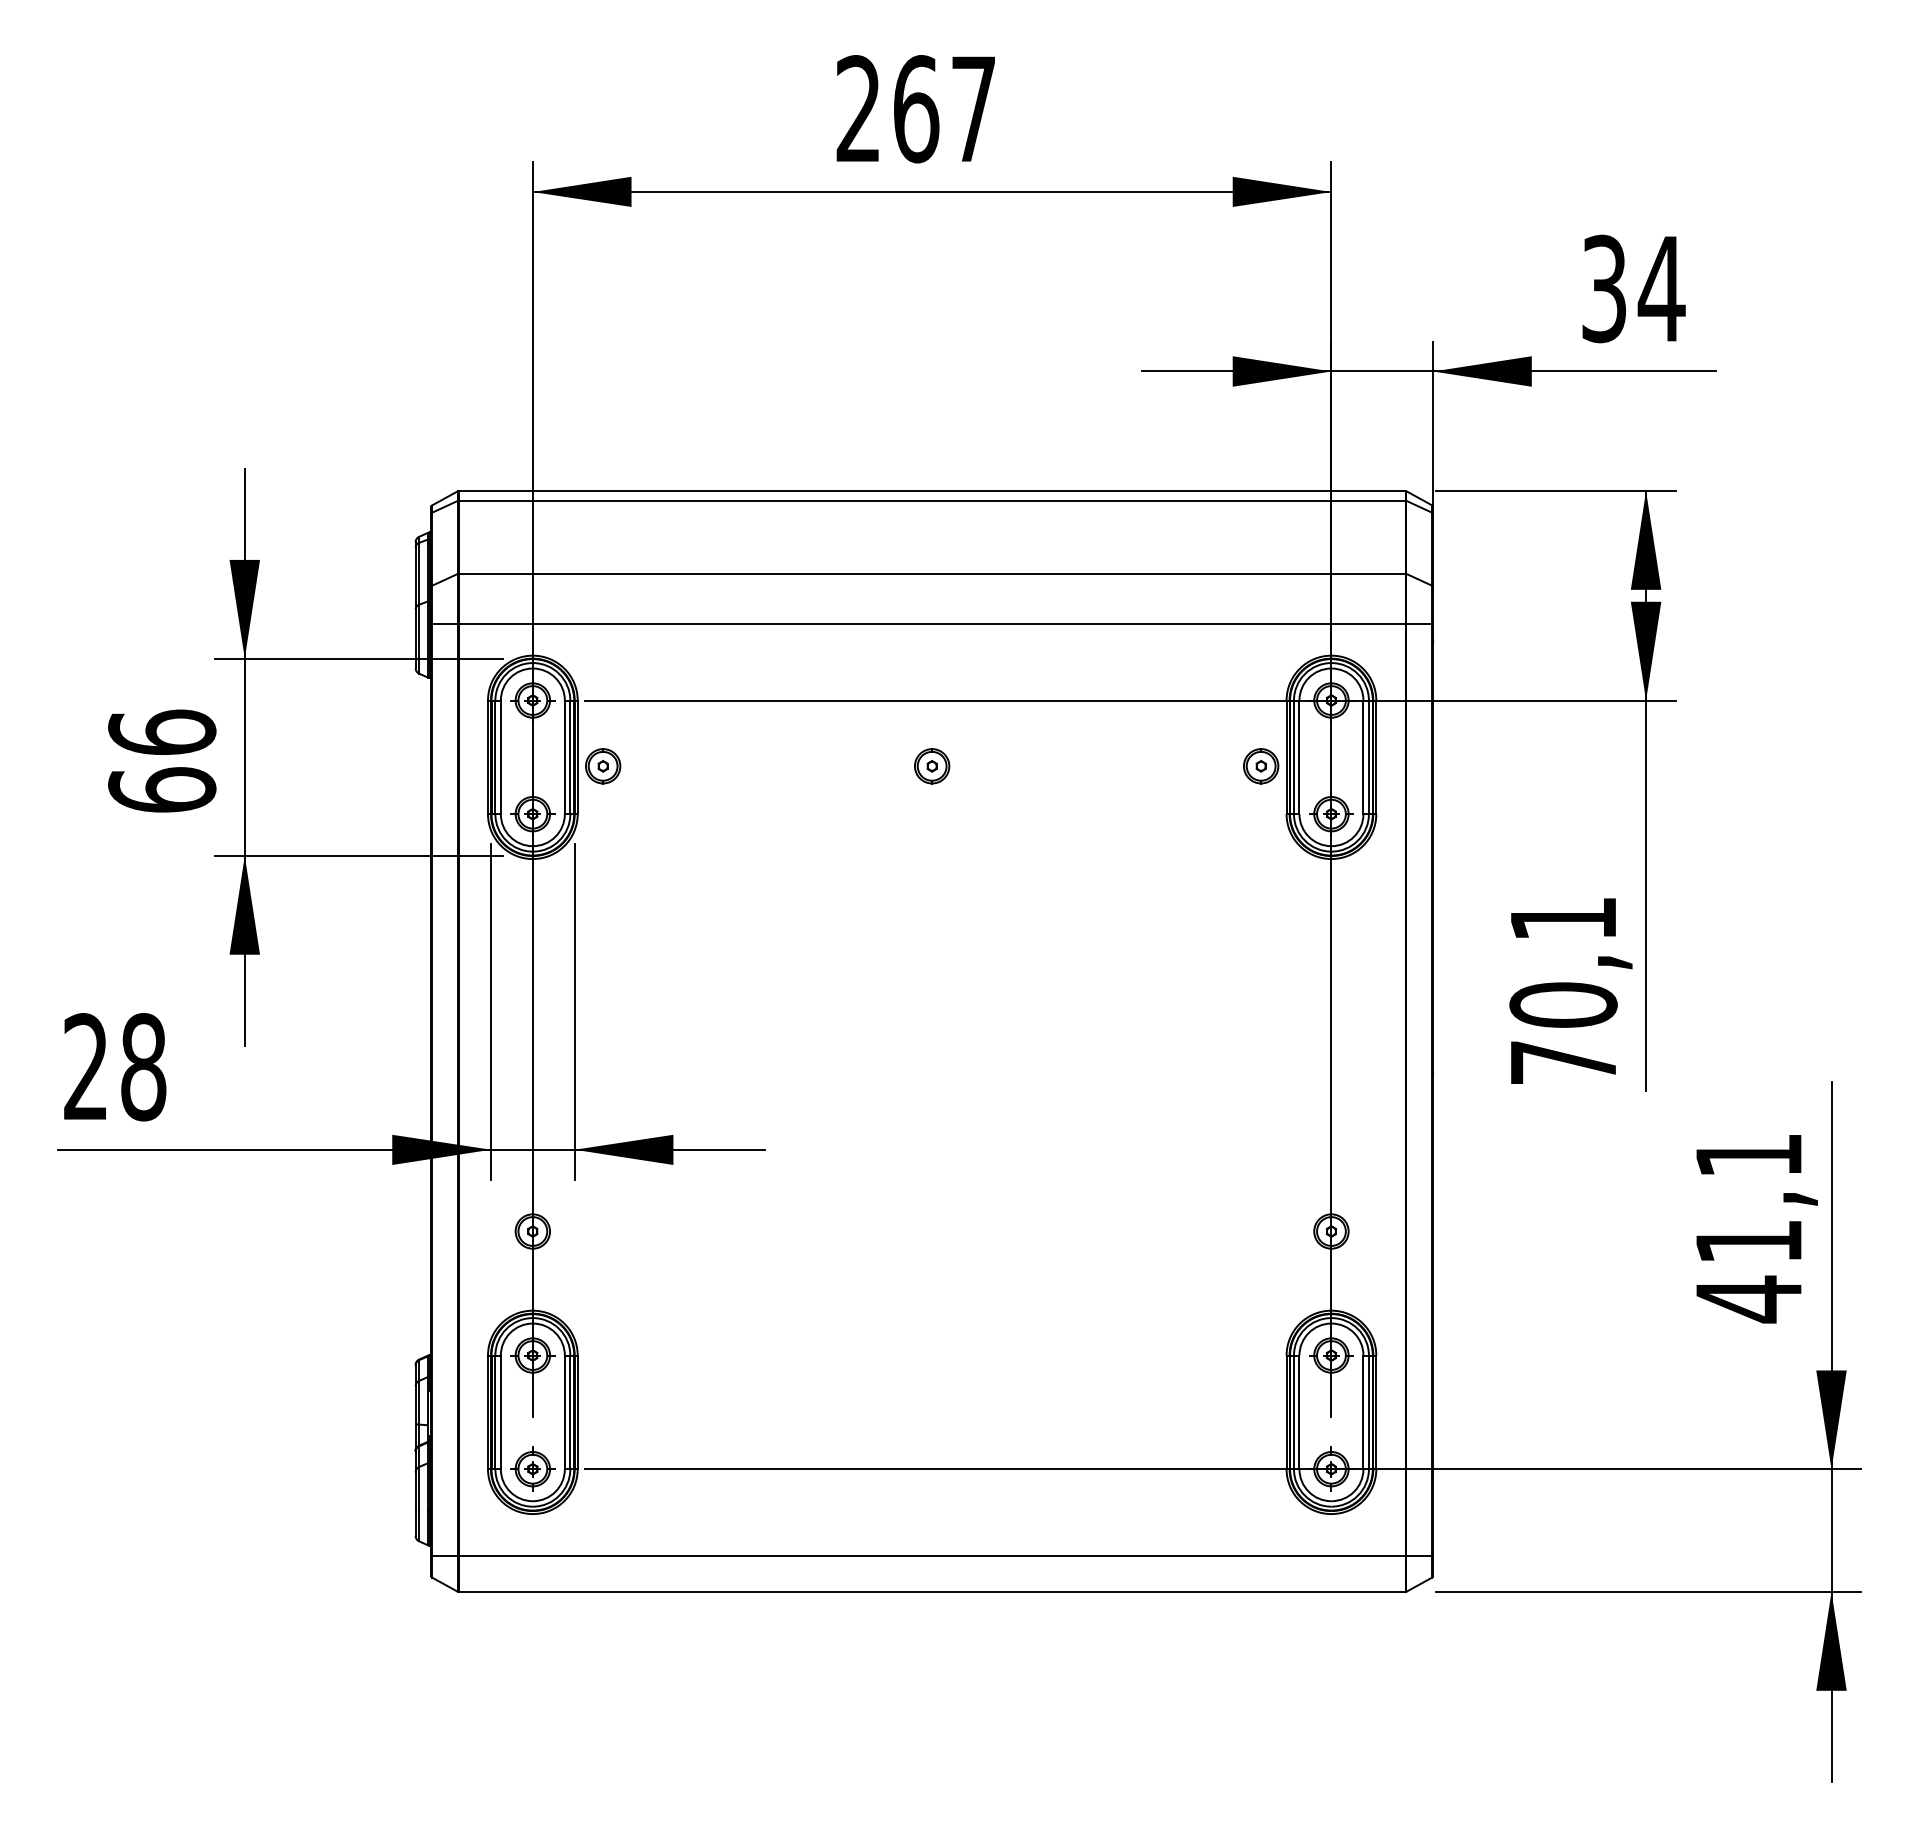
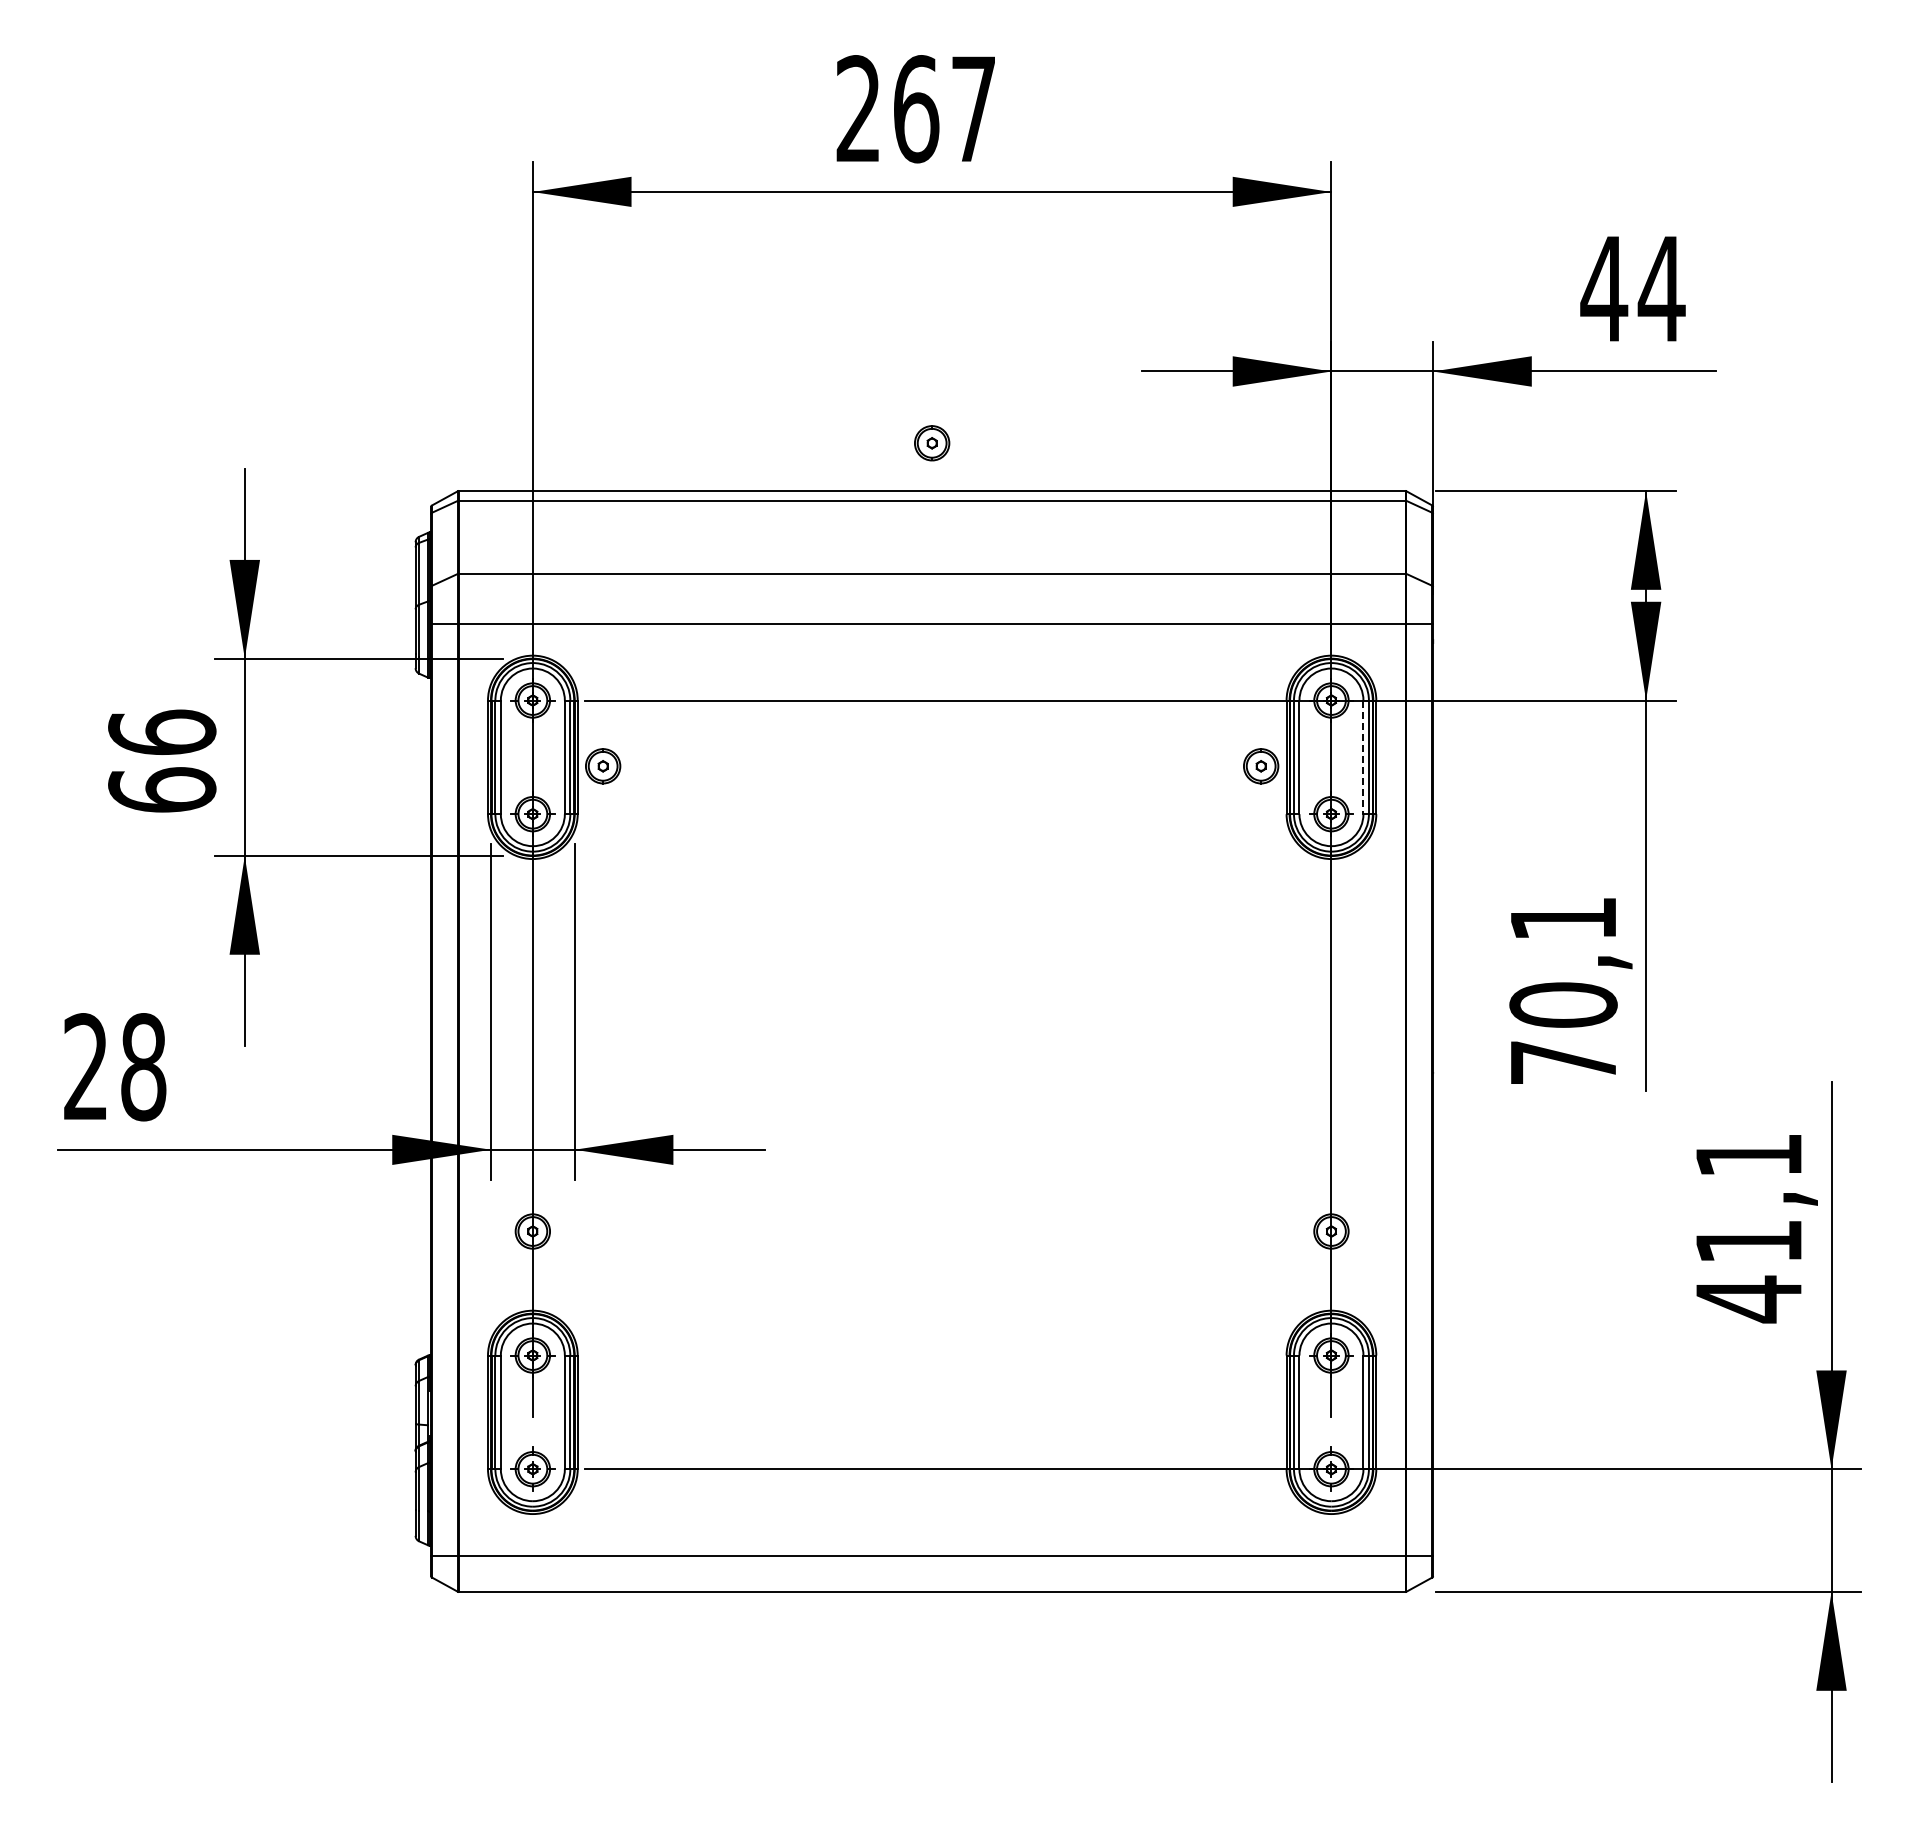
text at (1604, 288): 34 -> 44
line at (1363, 757): solid -> dashed
part at (932, 766) position: (932, 766) -> (932, 443)
